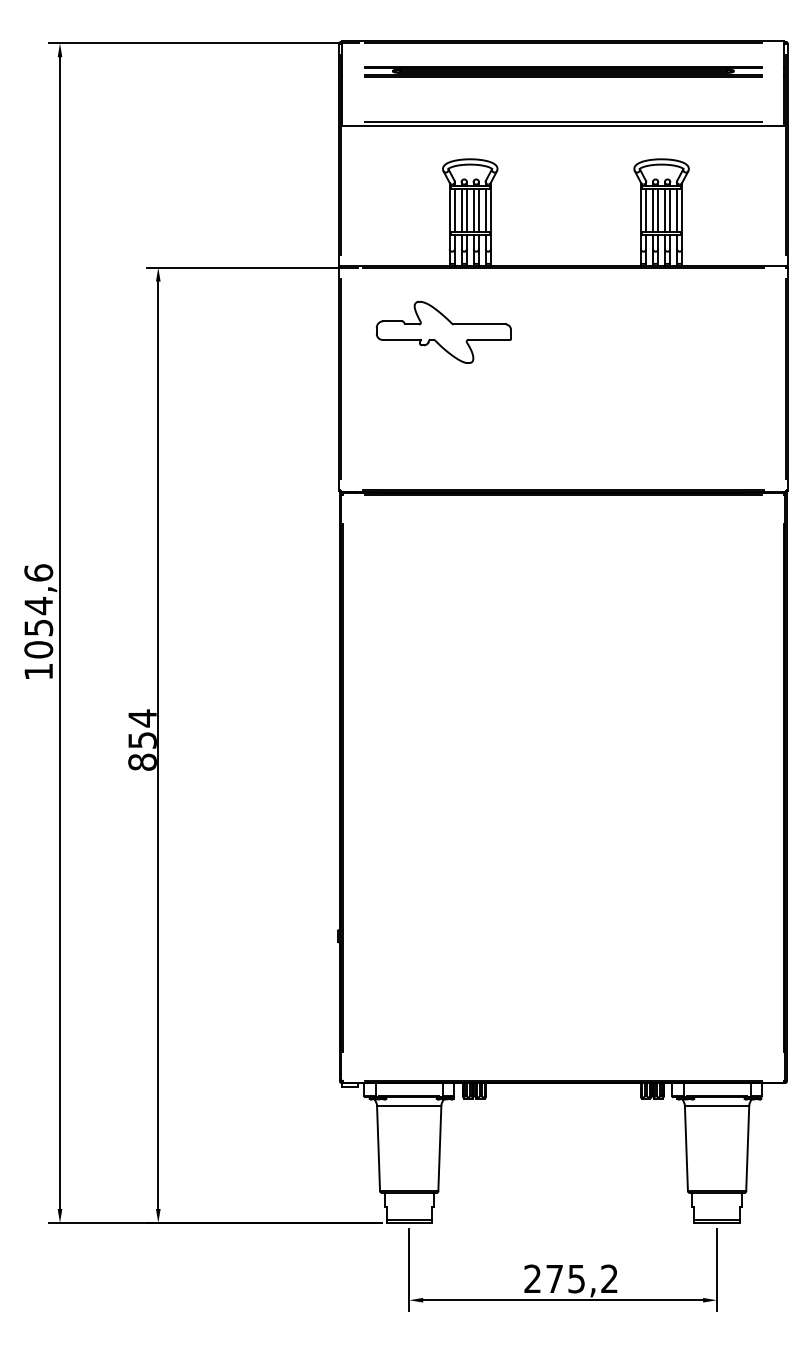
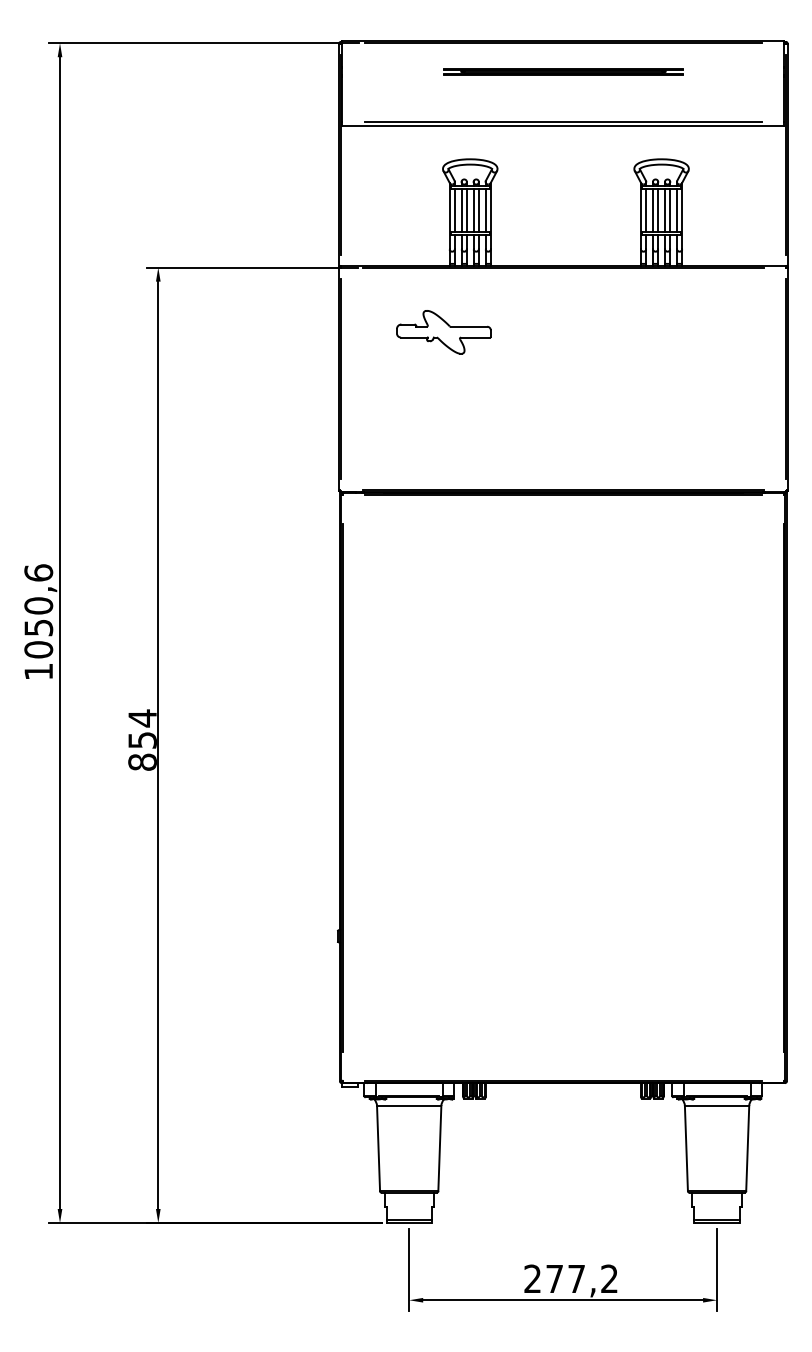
part at (563, 71) size: 399x12 px -> 241x8 px
part at (443, 331) size: 136x64 px -> 96x45 px
text at (38, 605): 1054,6 -> 1050,6
text at (576, 1279): 275,2 -> 277,2
